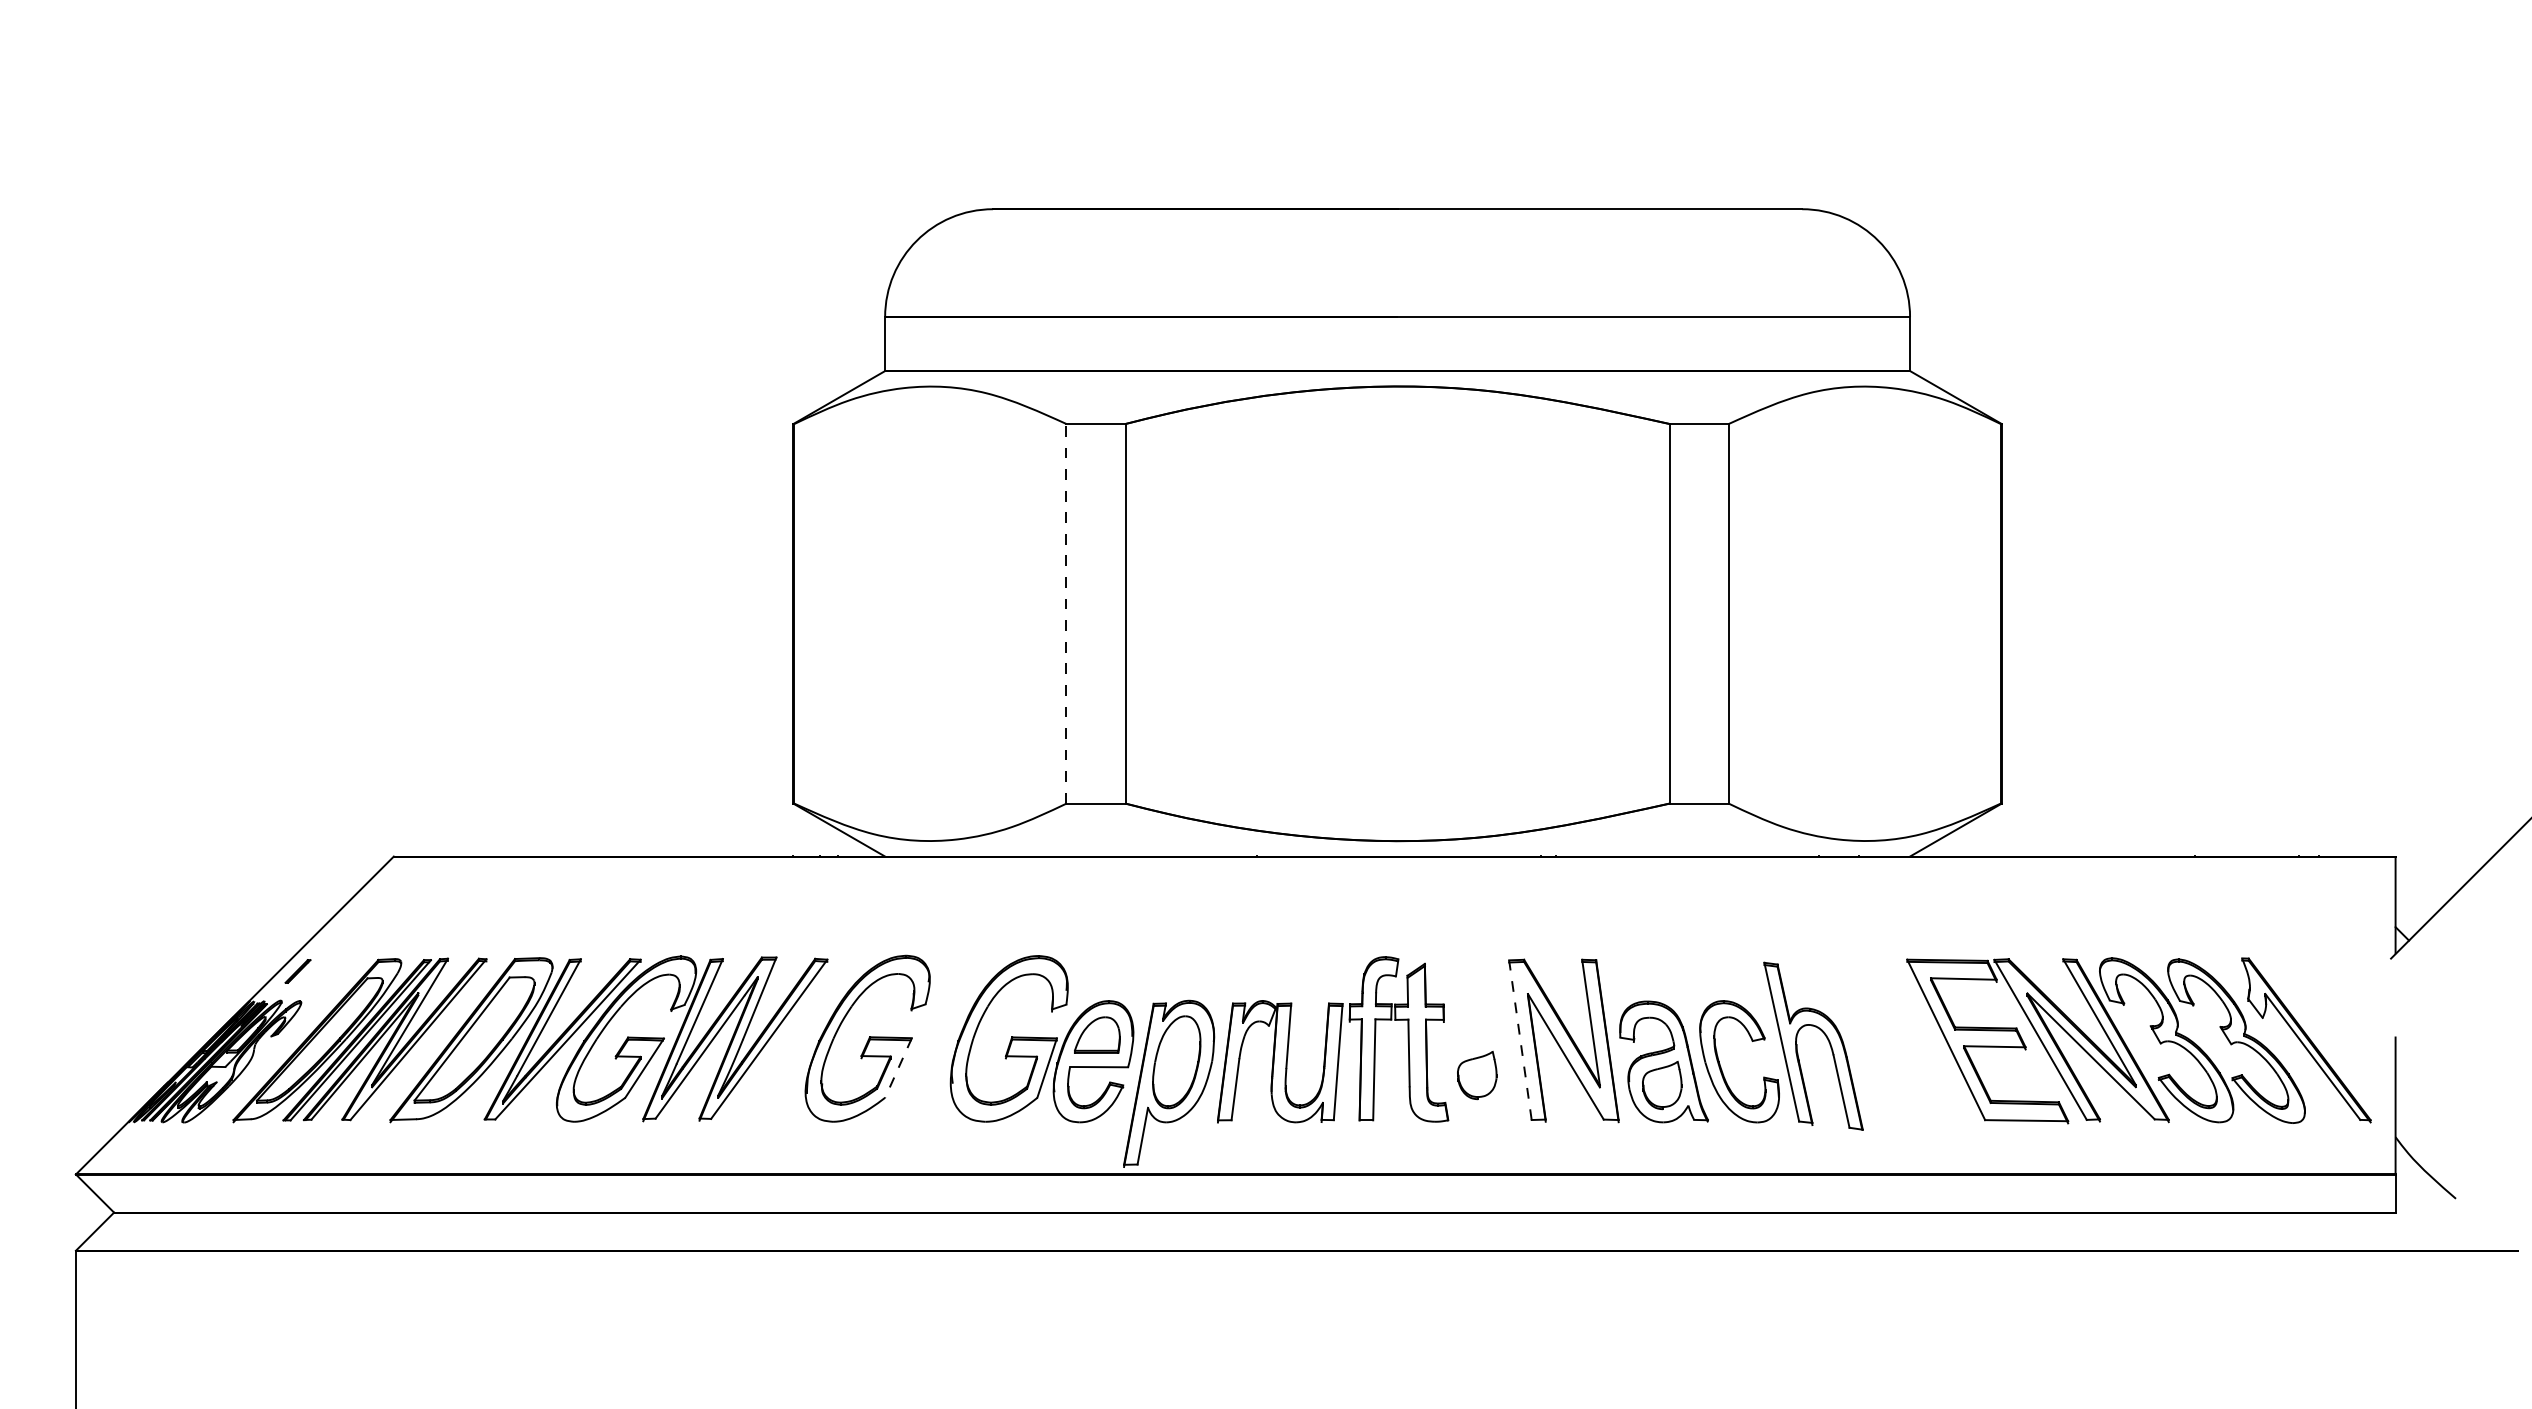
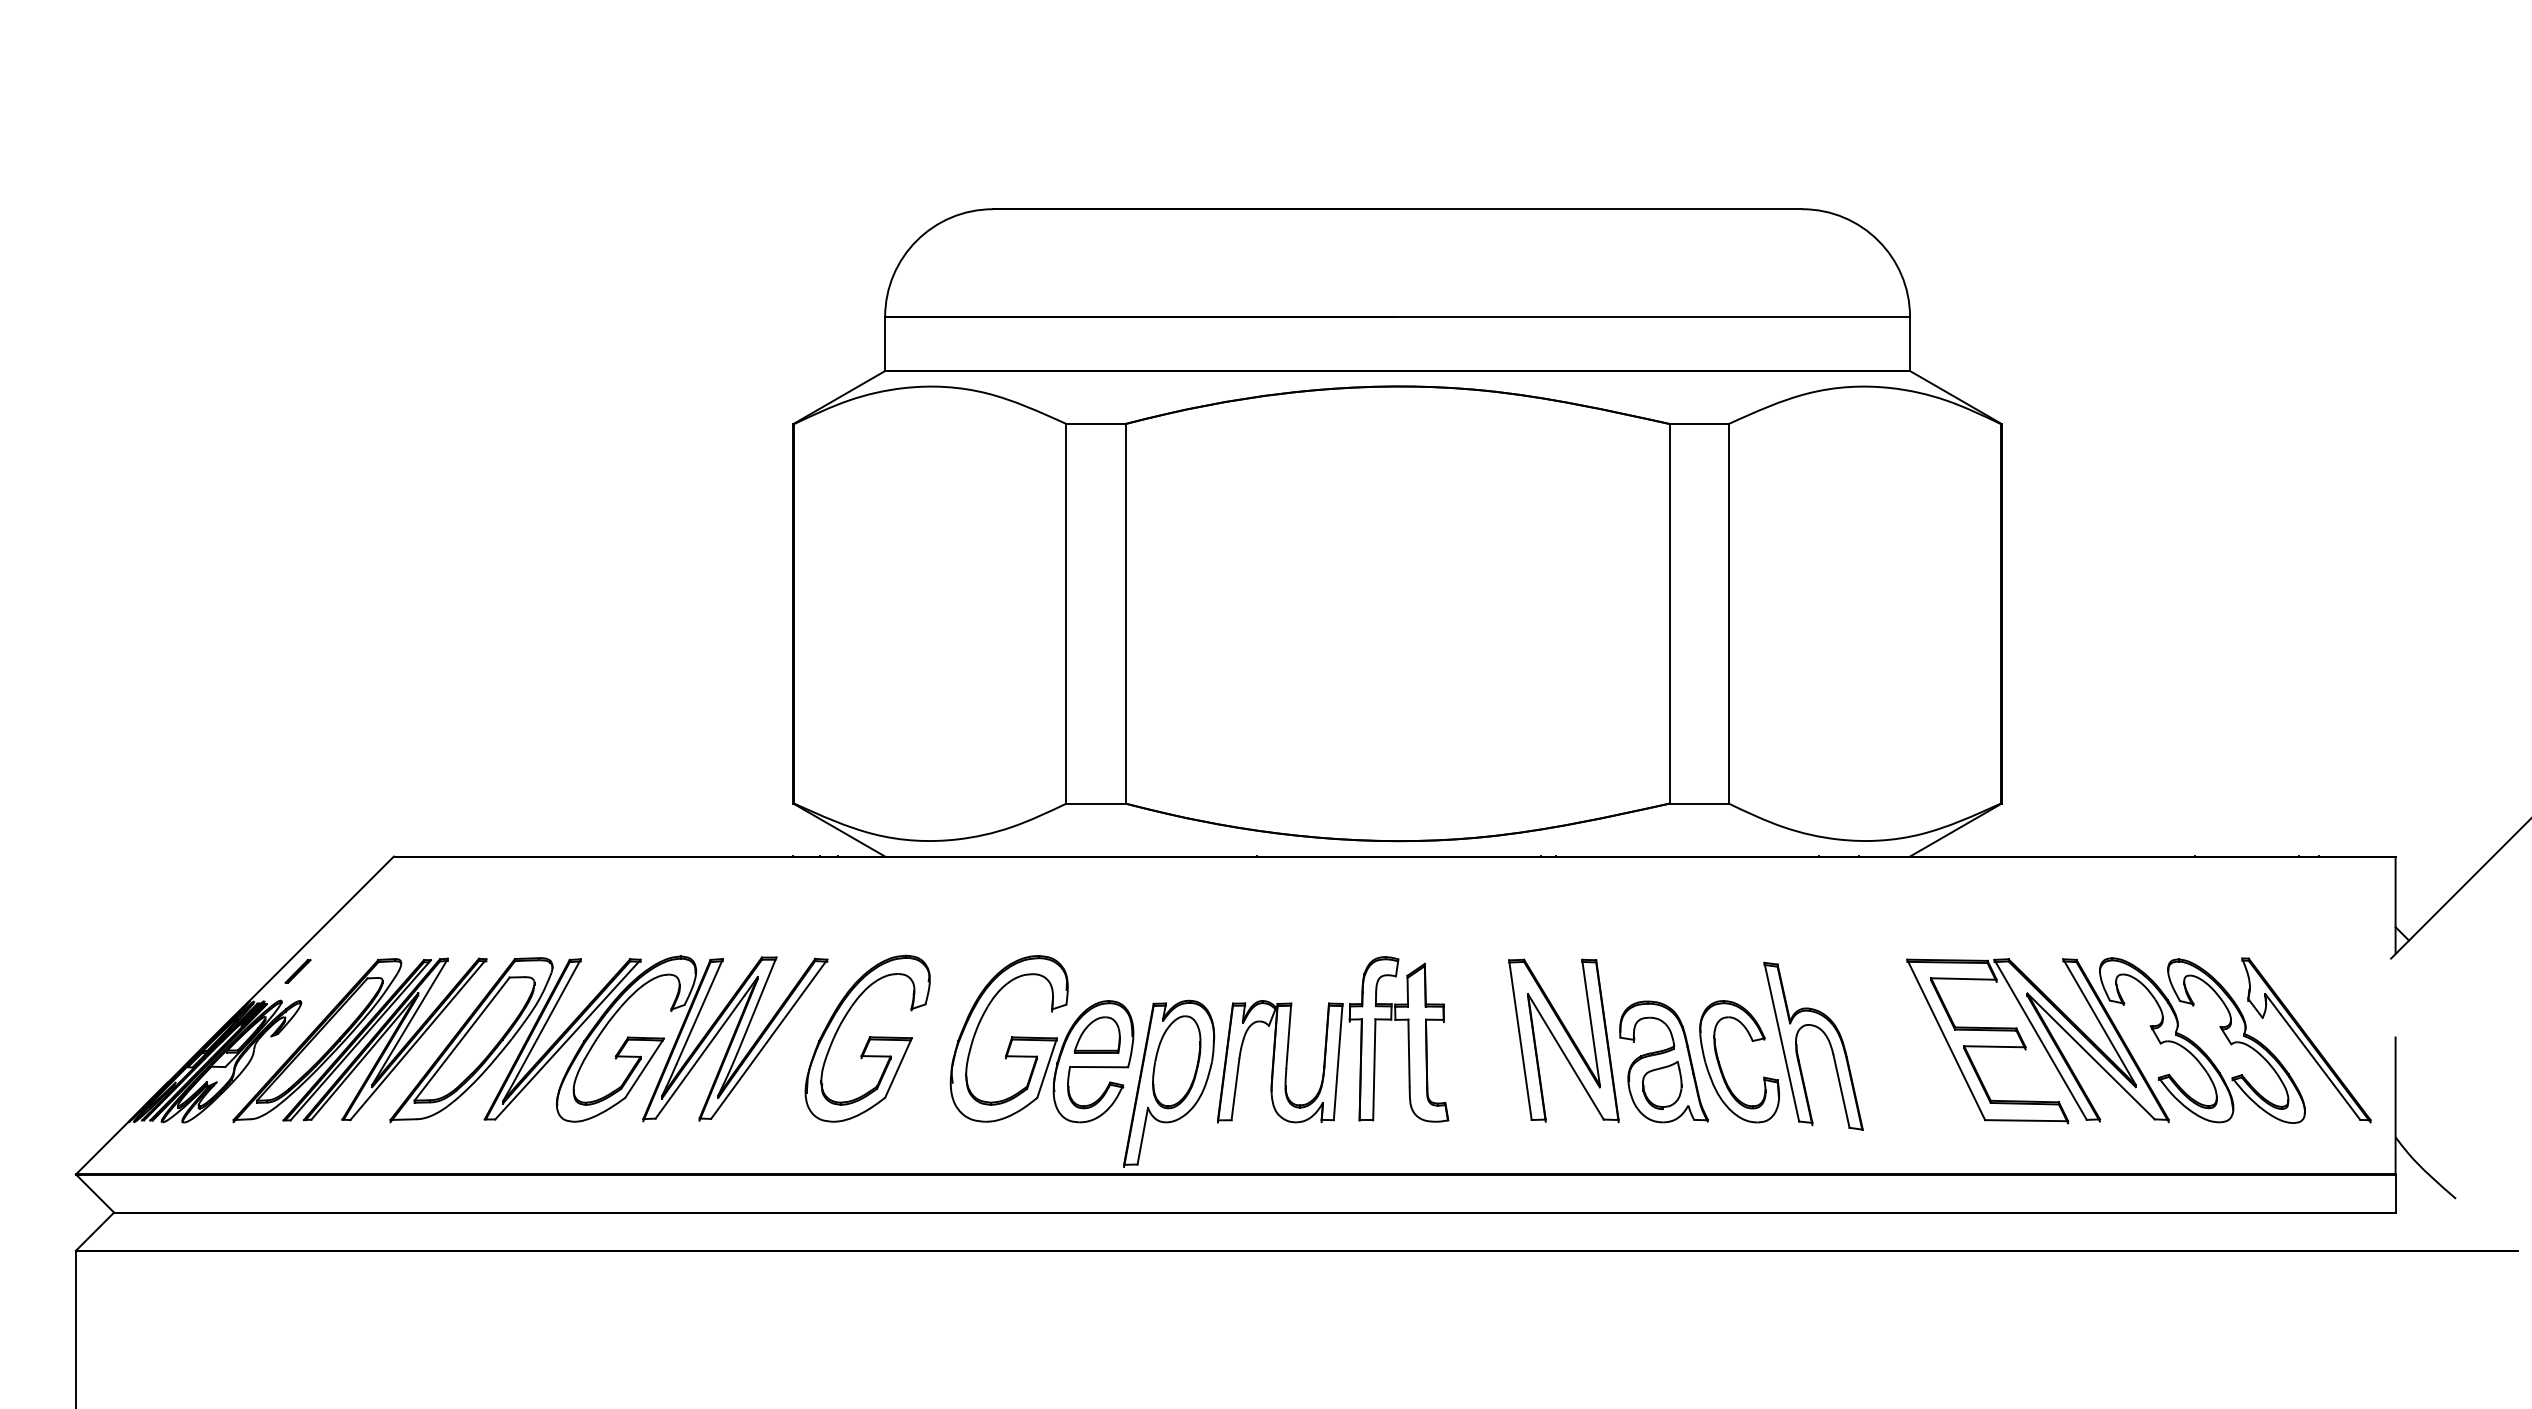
line at (1066, 613): dashed -> solid
line at (1520, 1040): dashed -> solid
line at (898, 1067): dashed -> solid
part at (1477, 1075): present -> none
